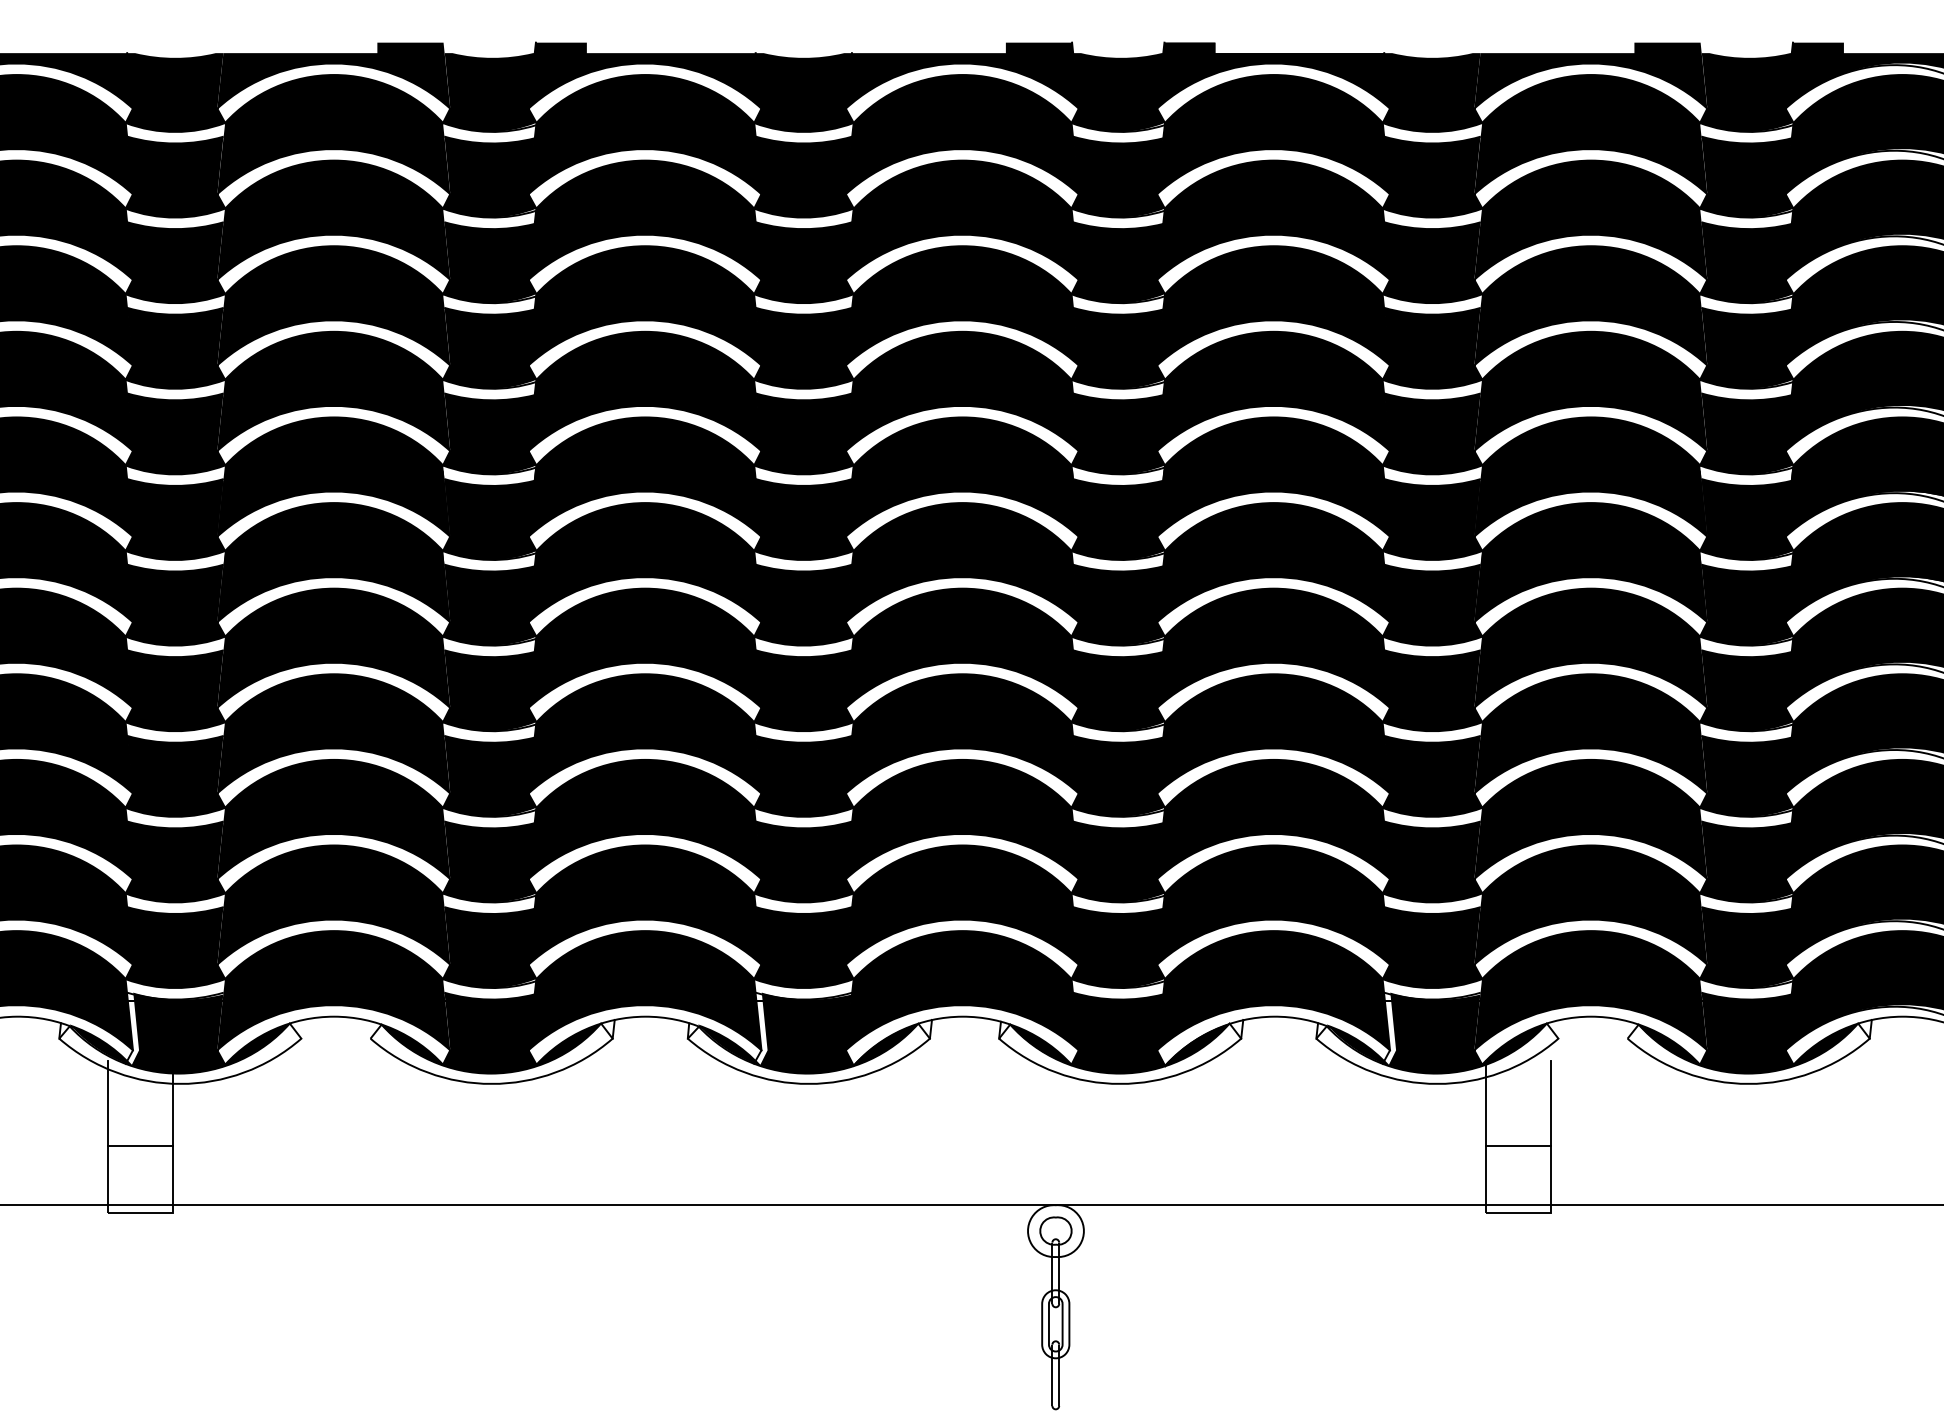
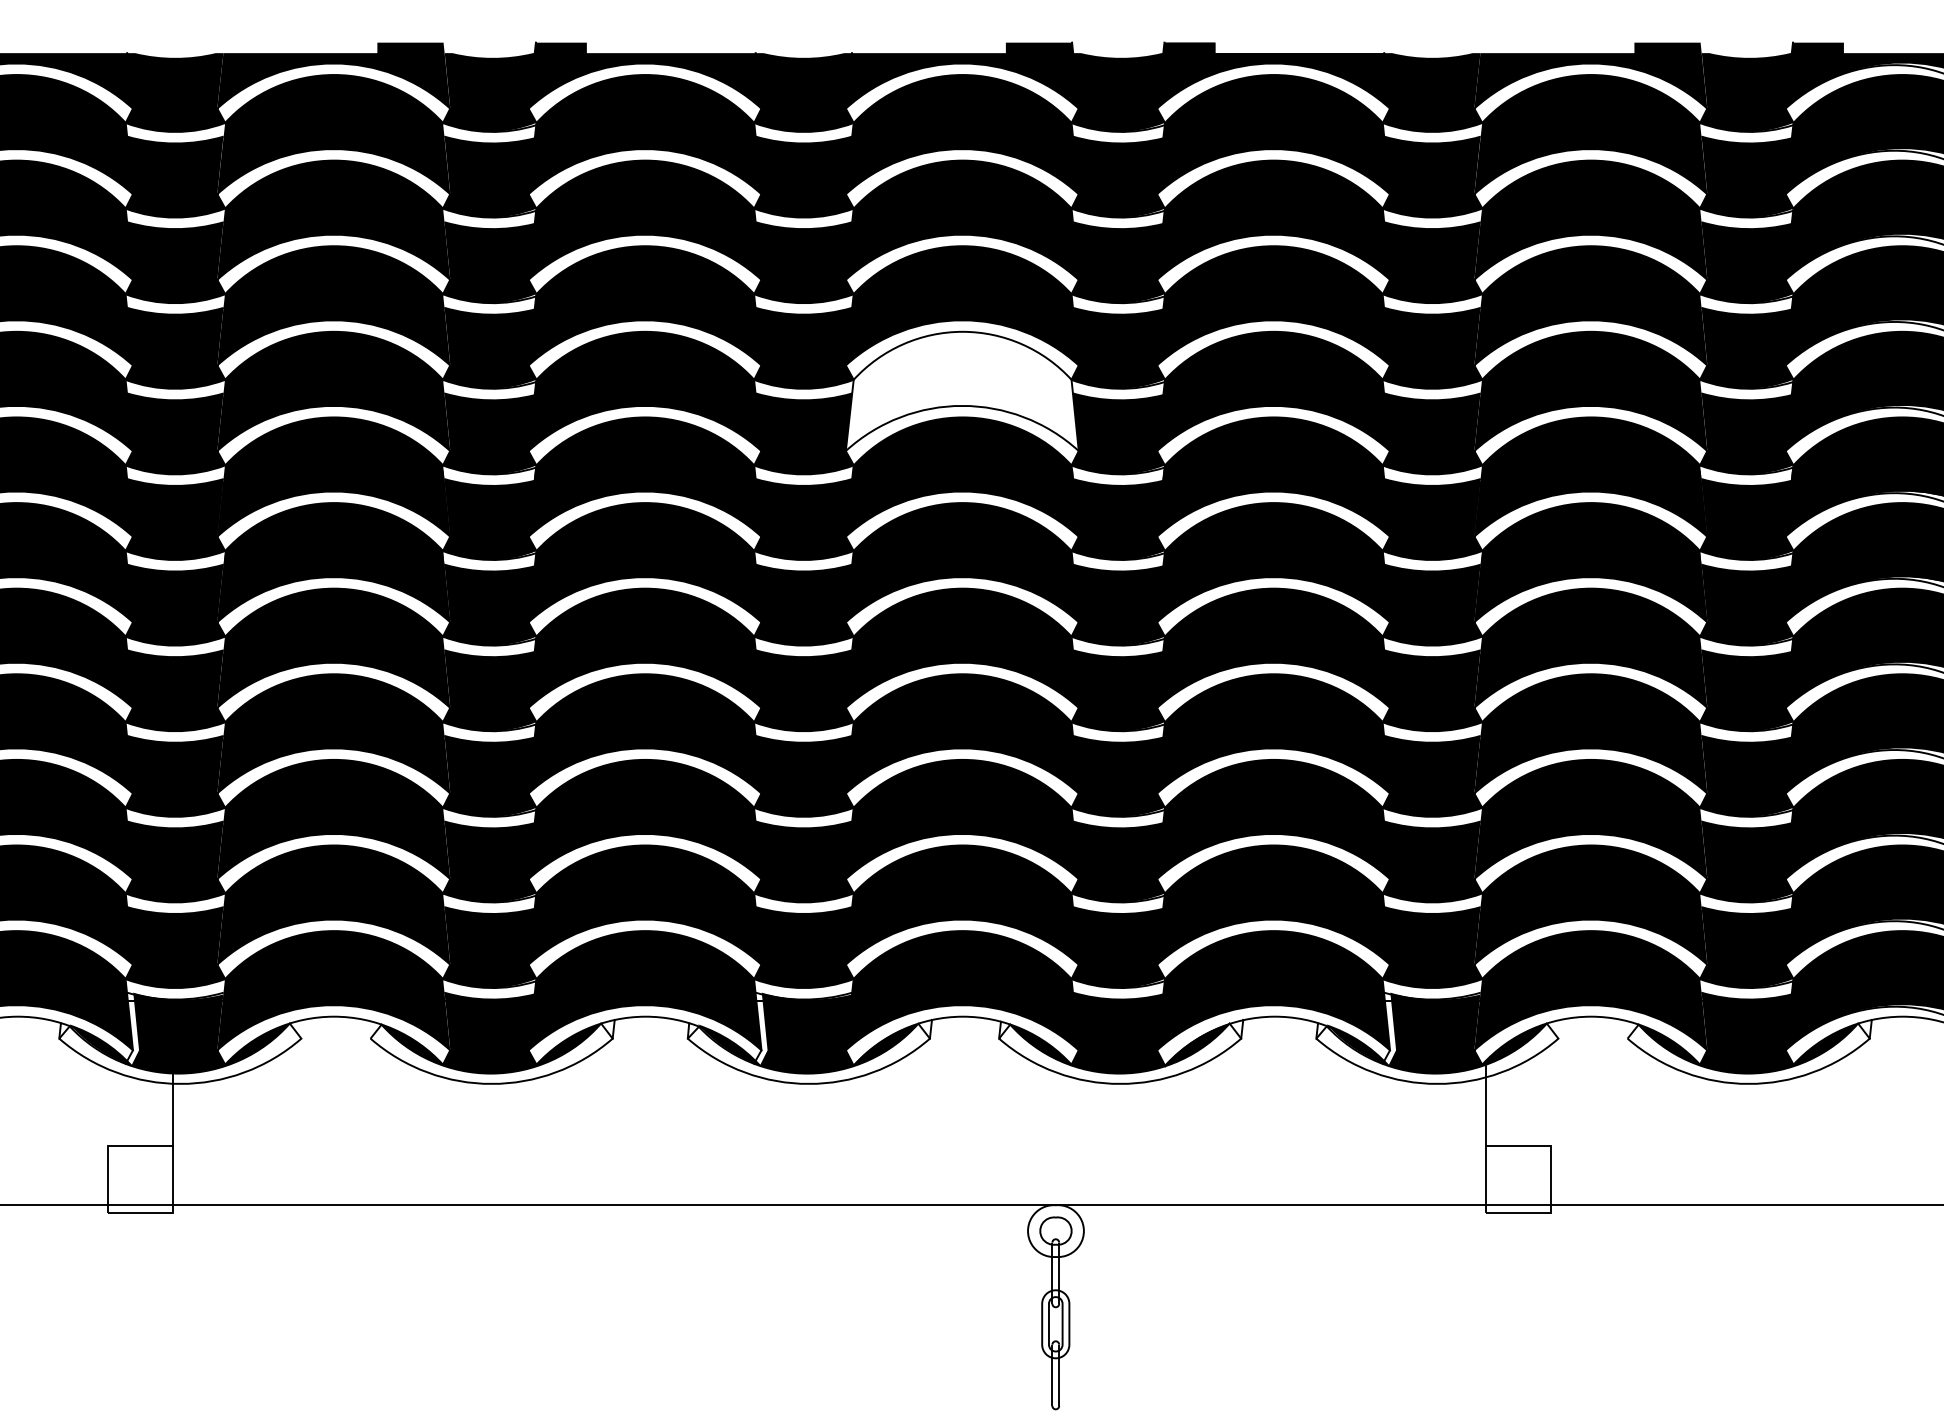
fill at (961, 391): present -> none
line at (108, 1103): present -> none
line at (1551, 1103): present -> none
